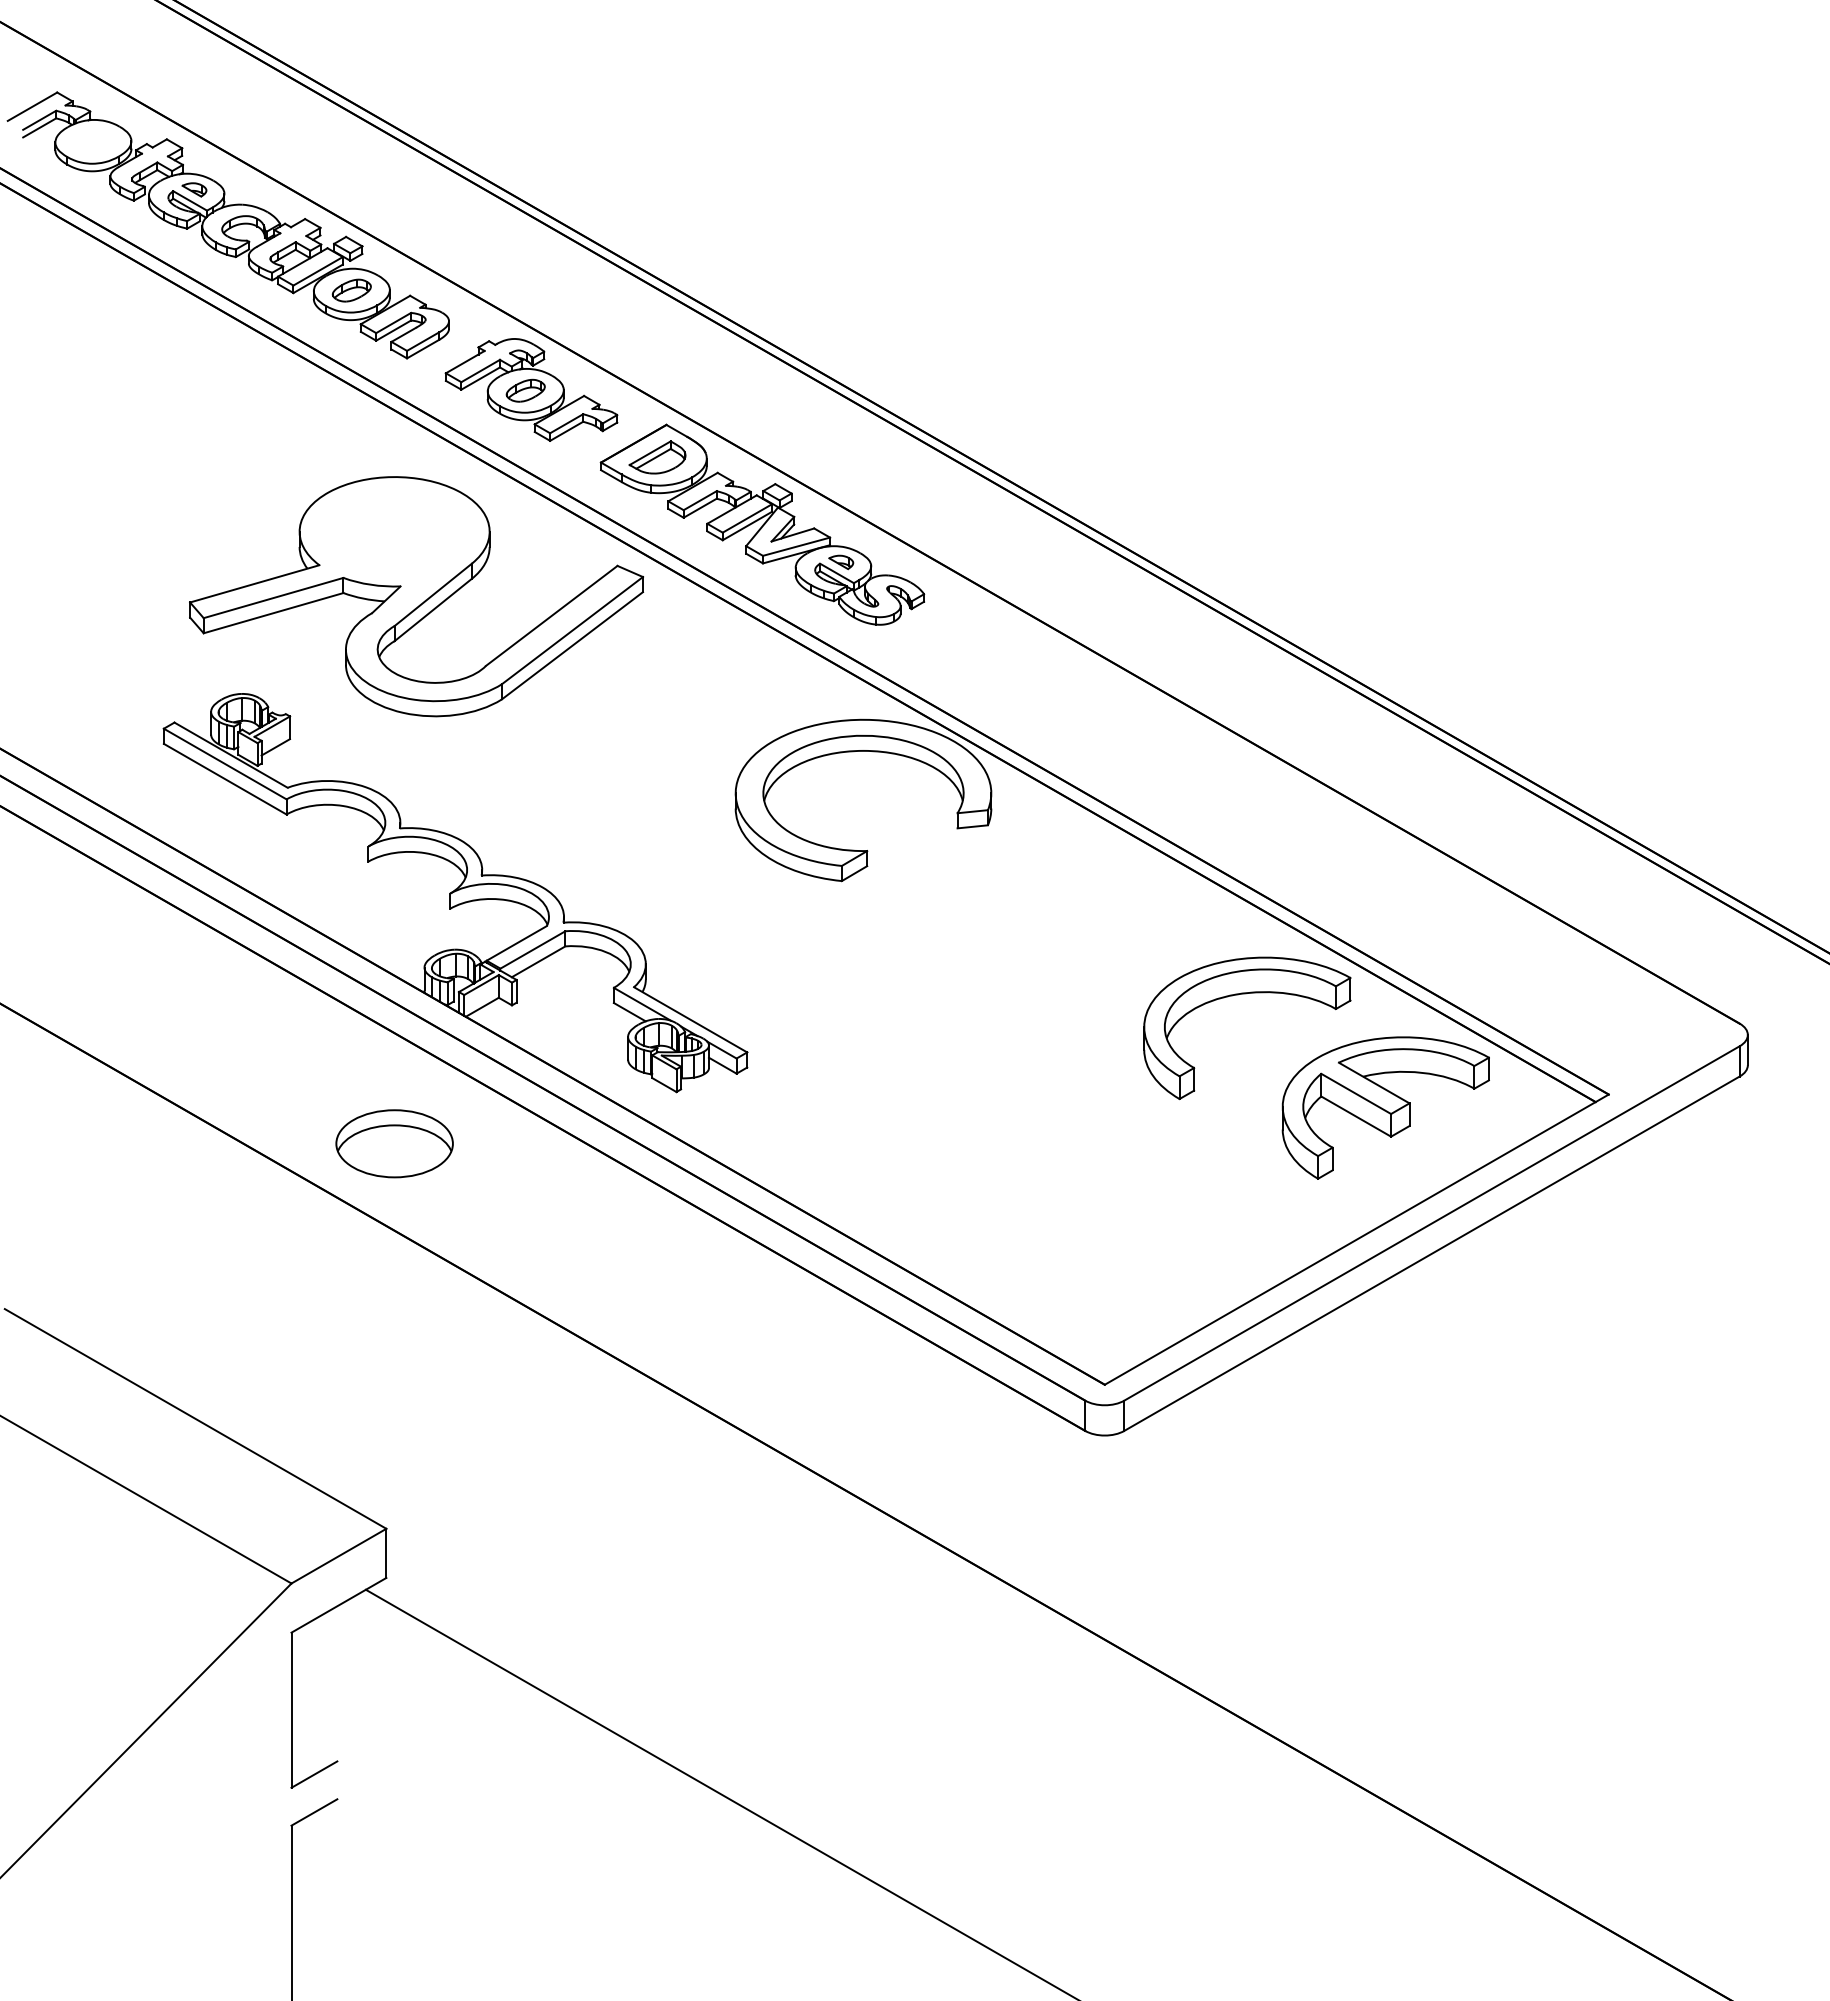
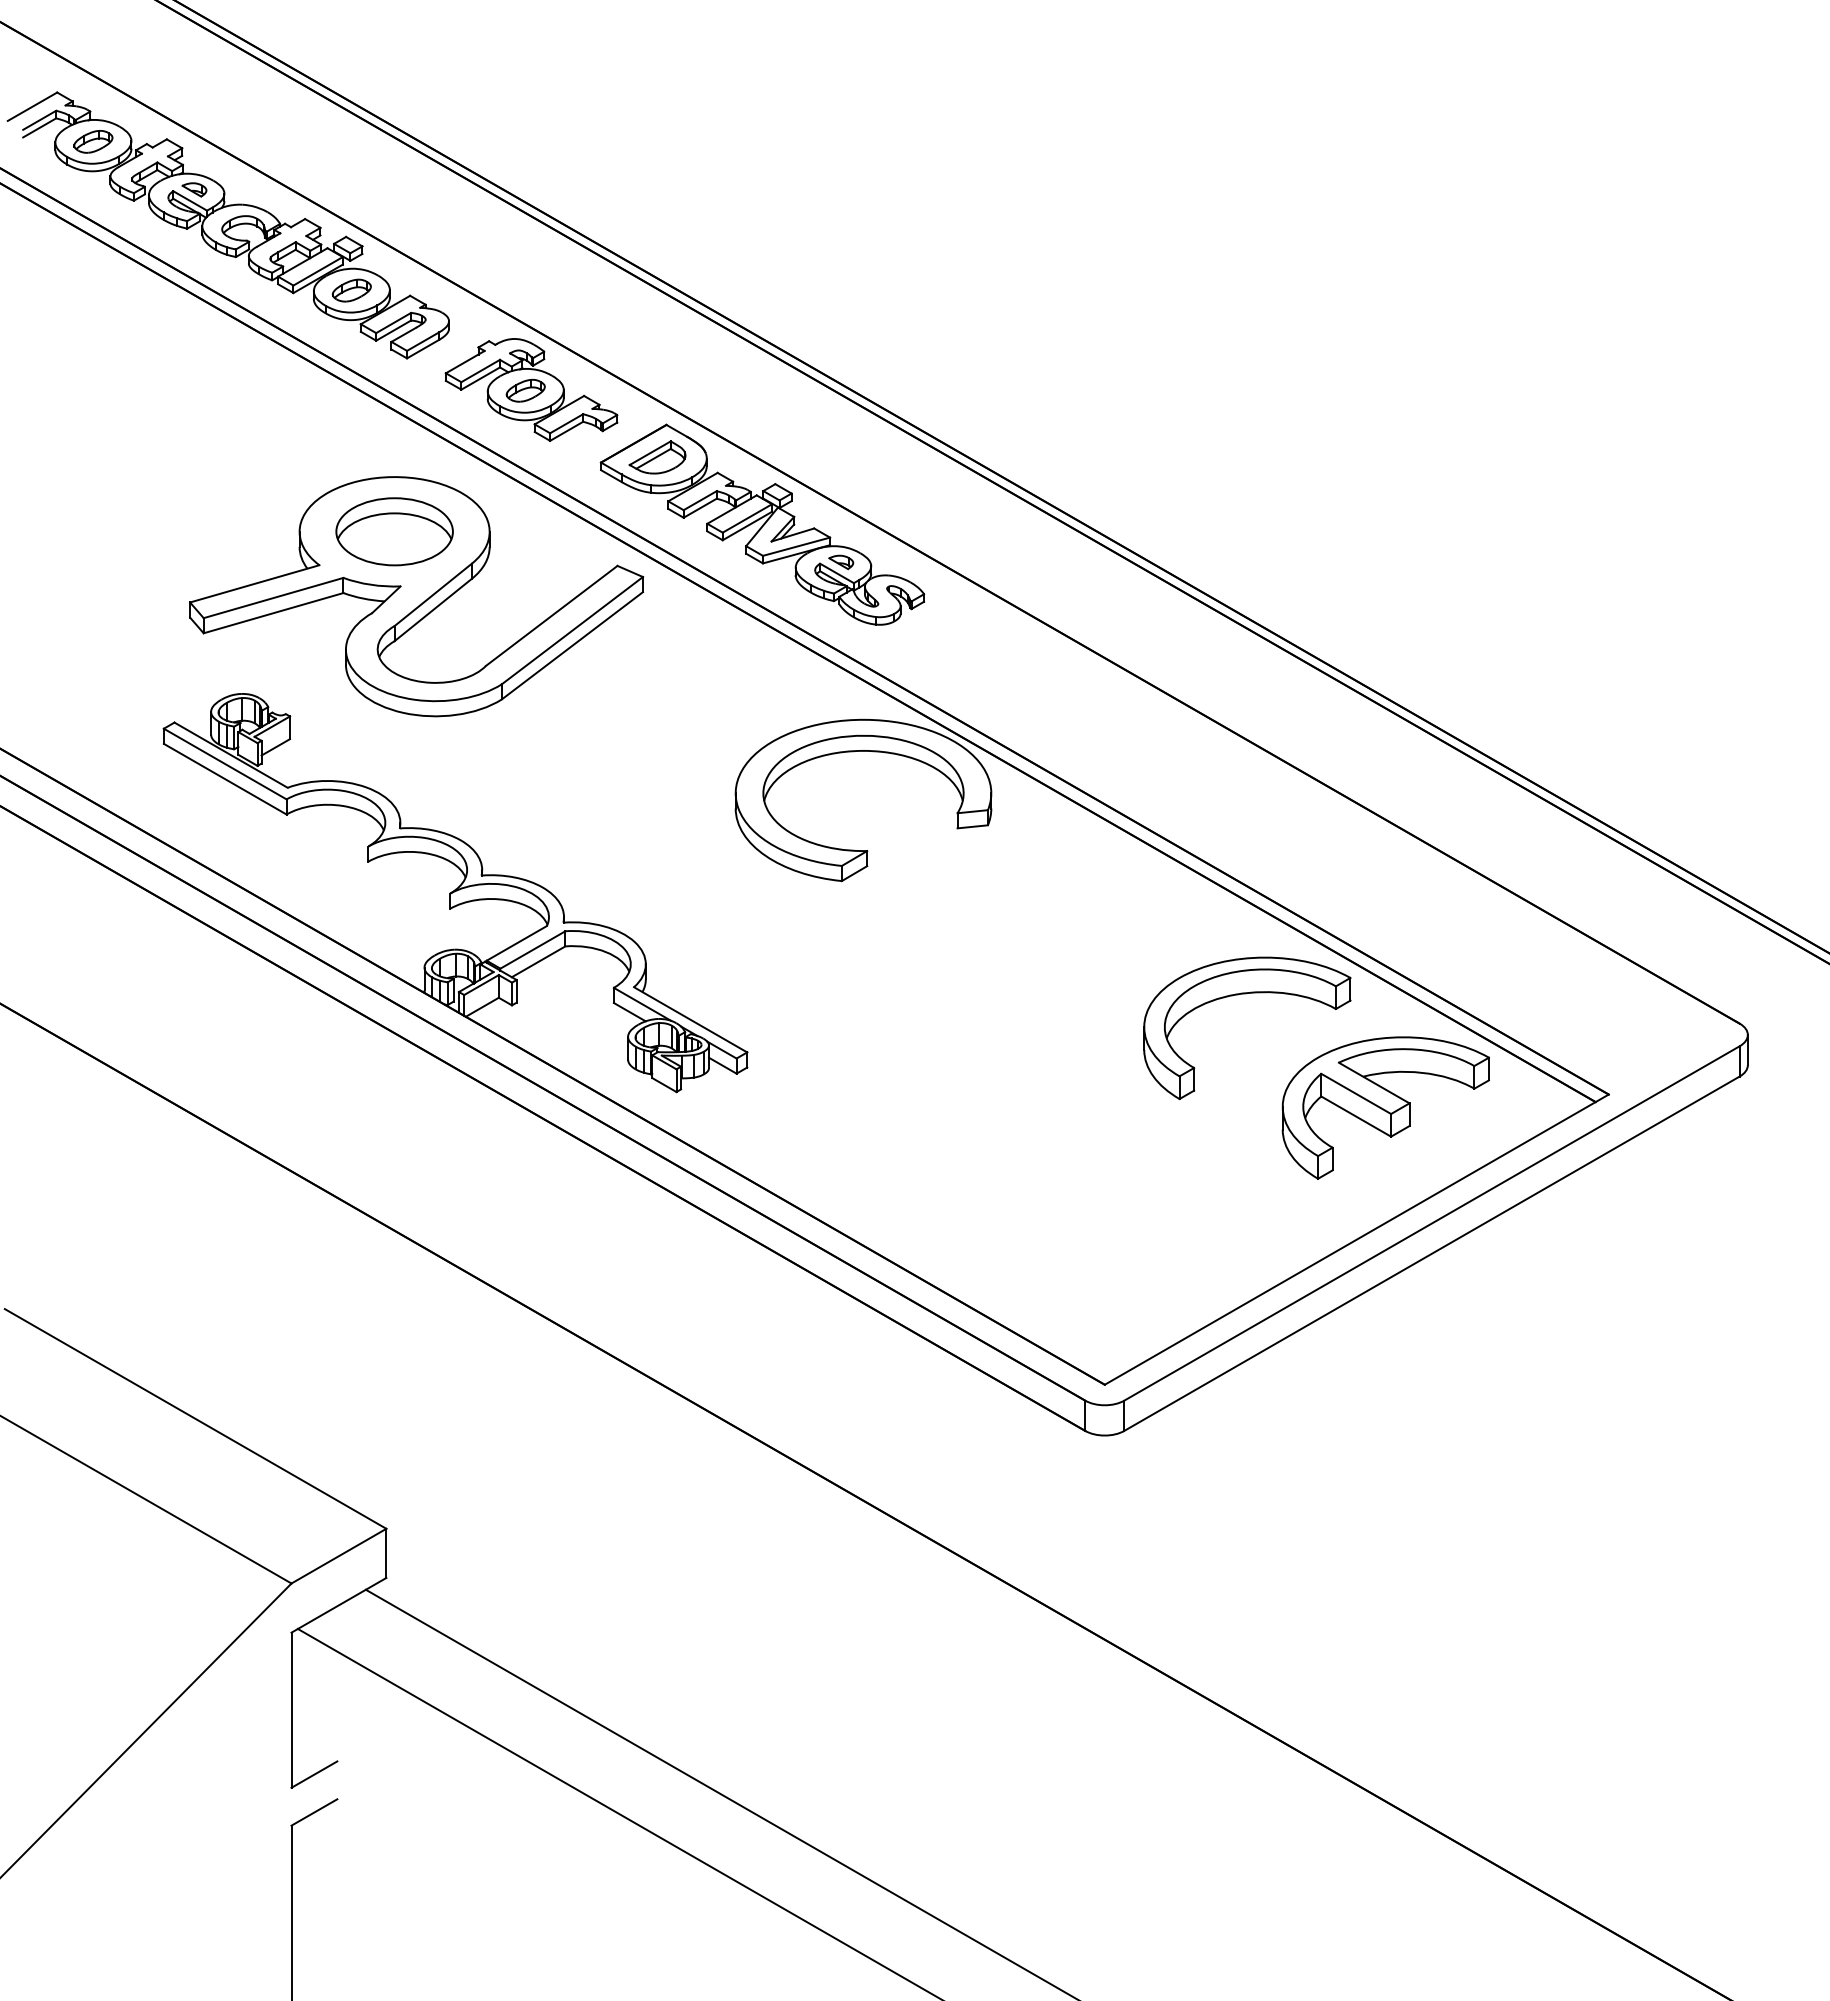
part at (93, 141): none -> present
part at (394, 1143) position: (394, 1143) -> (394, 531)
line at (617, 1812): none -> present
